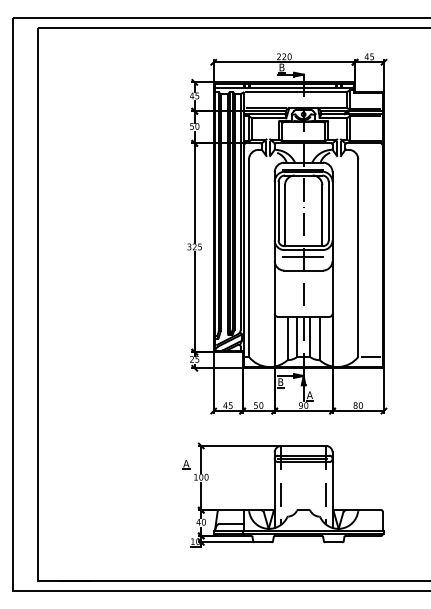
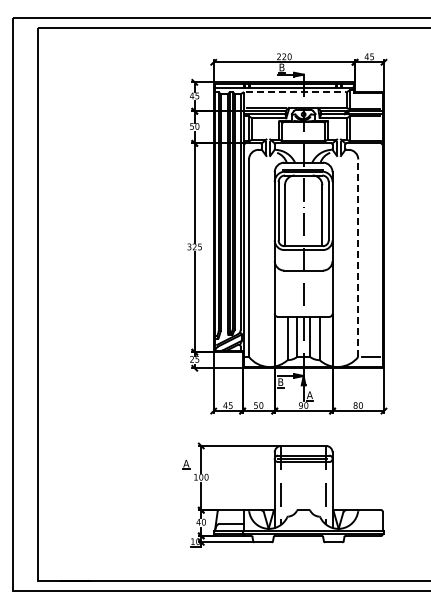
line at (295, 92): solid -> dashed
line at (302, 257): present -> none
line at (358, 258): solid -> dashed
